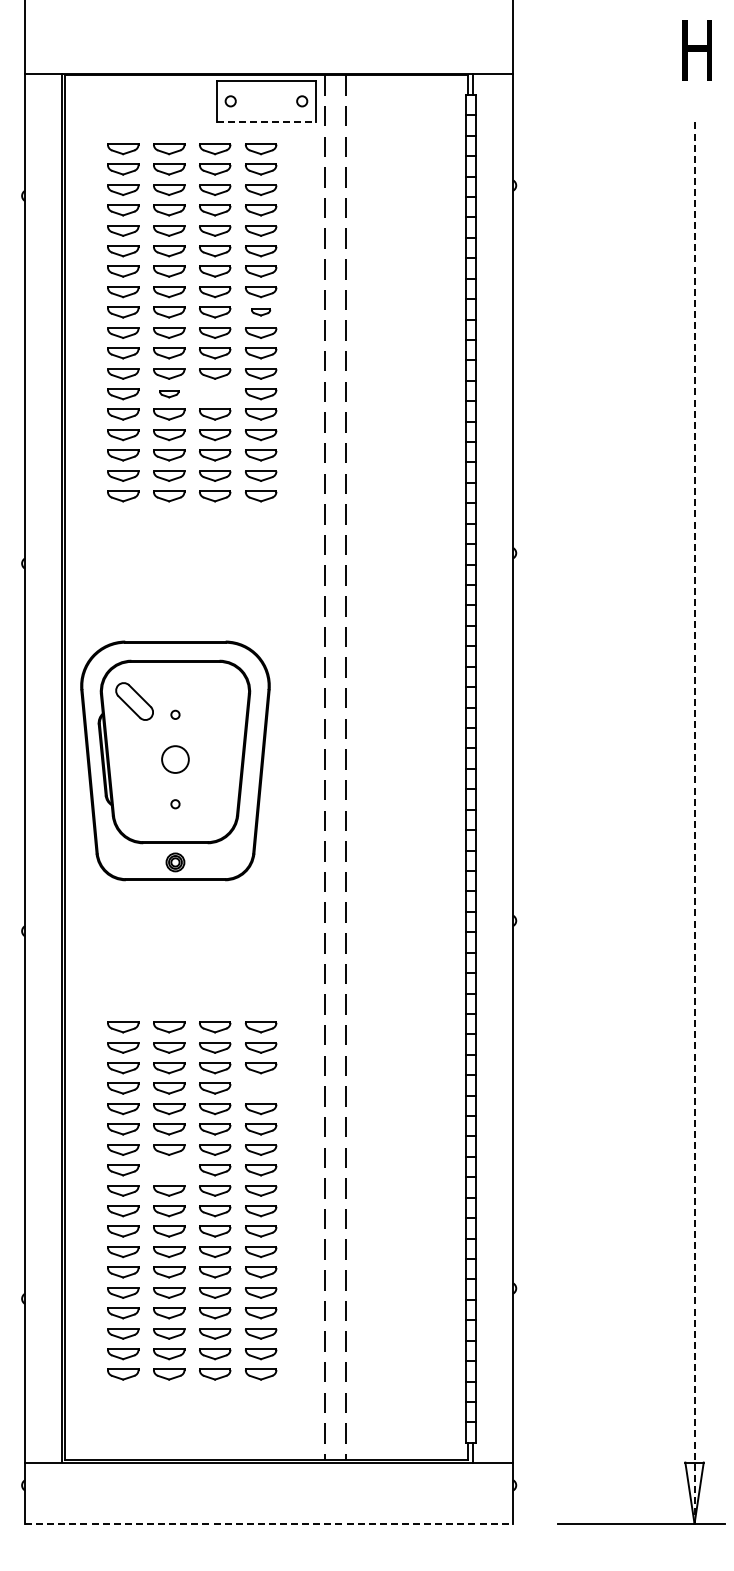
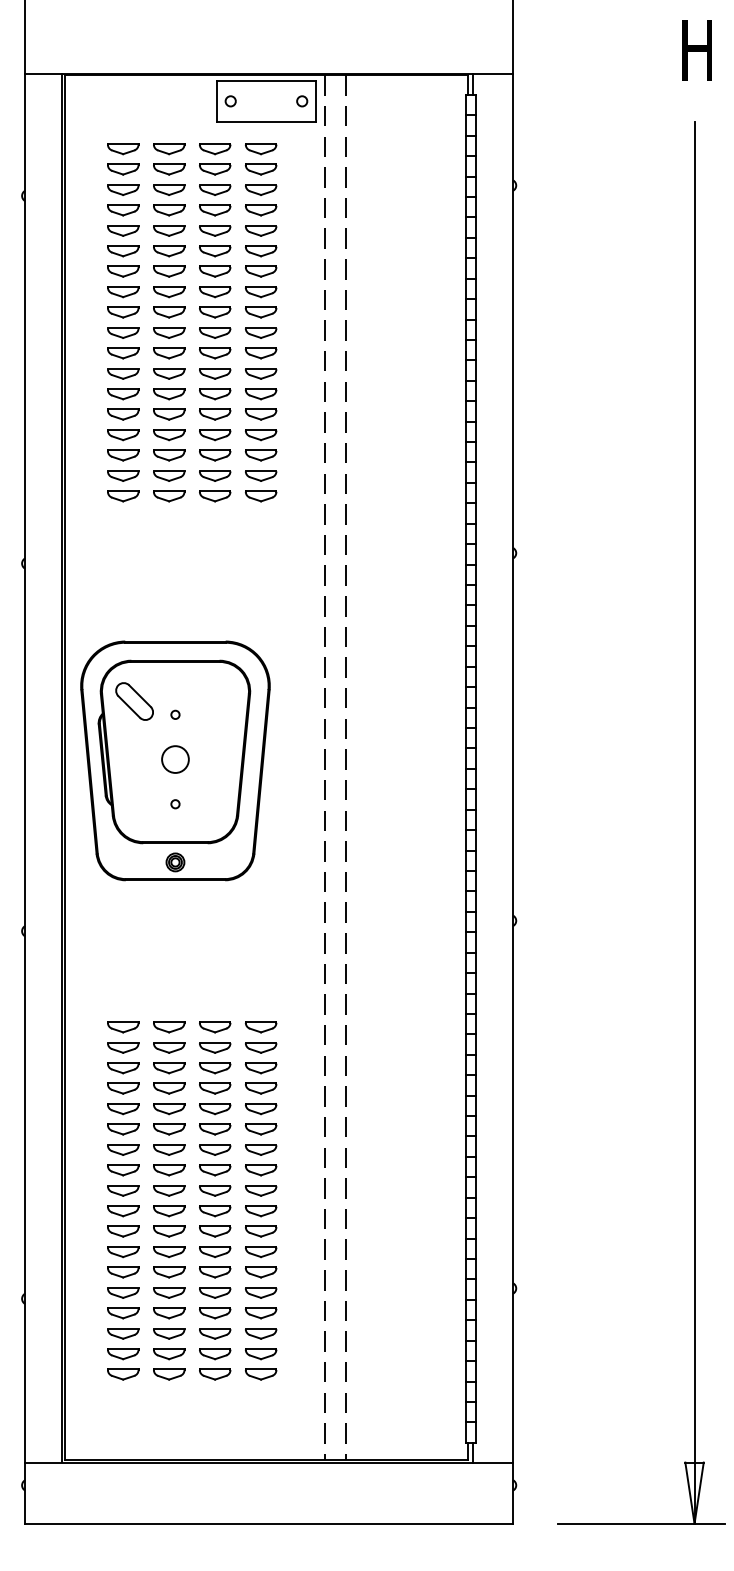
line at (266, 121): dashed -> solid
part at (261, 312) size: 21x9 px -> 34x13 px
part at (169, 394) size: 21x9 px -> 33x13 px
part at (215, 394): none -> present
line at (694, 823): dashed -> solid
part at (261, 1088): none -> present
part at (169, 1170): none -> present
line at (269, 1523): dashed -> solid
